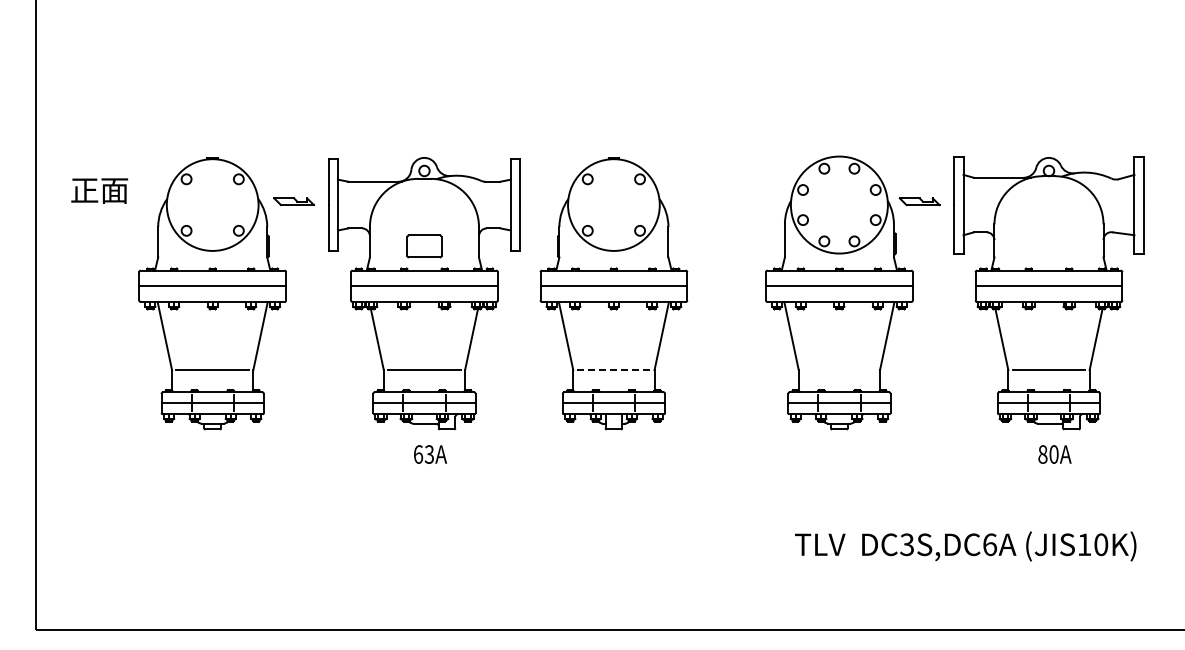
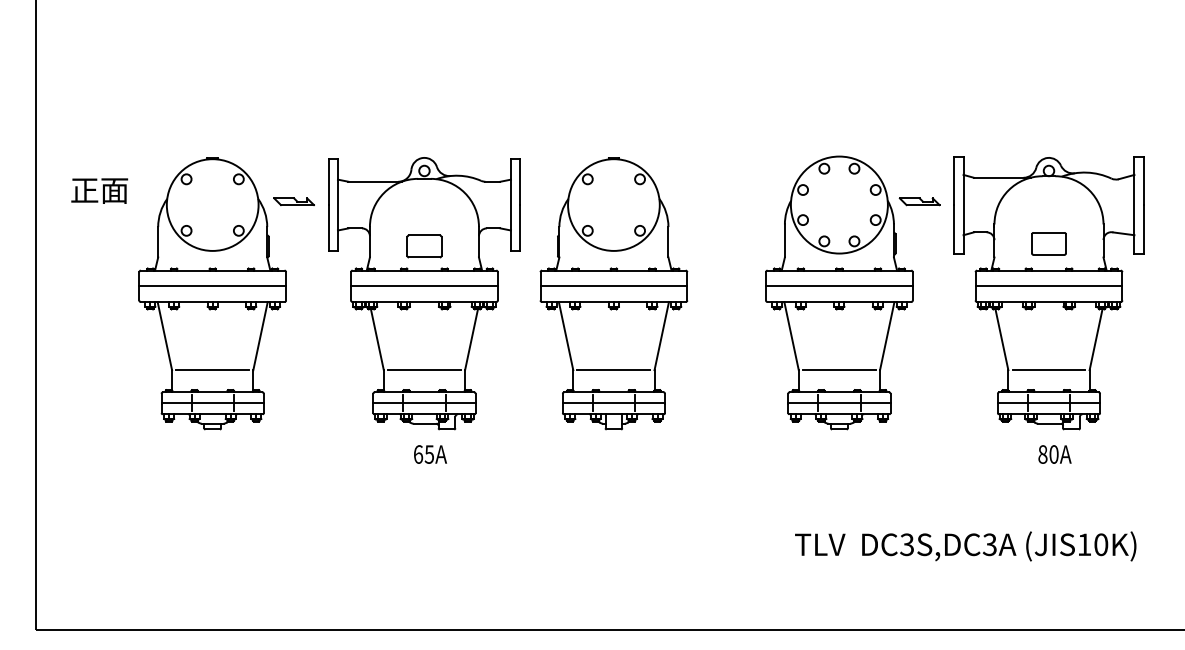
part at (1048, 243): none -> present
line at (613, 370): dashed -> solid
line at (838, 370): none -> present
text at (429, 454): 63A -> 65A
text at (989, 544): DC3S,DC6A -> DC3S,DC3A
